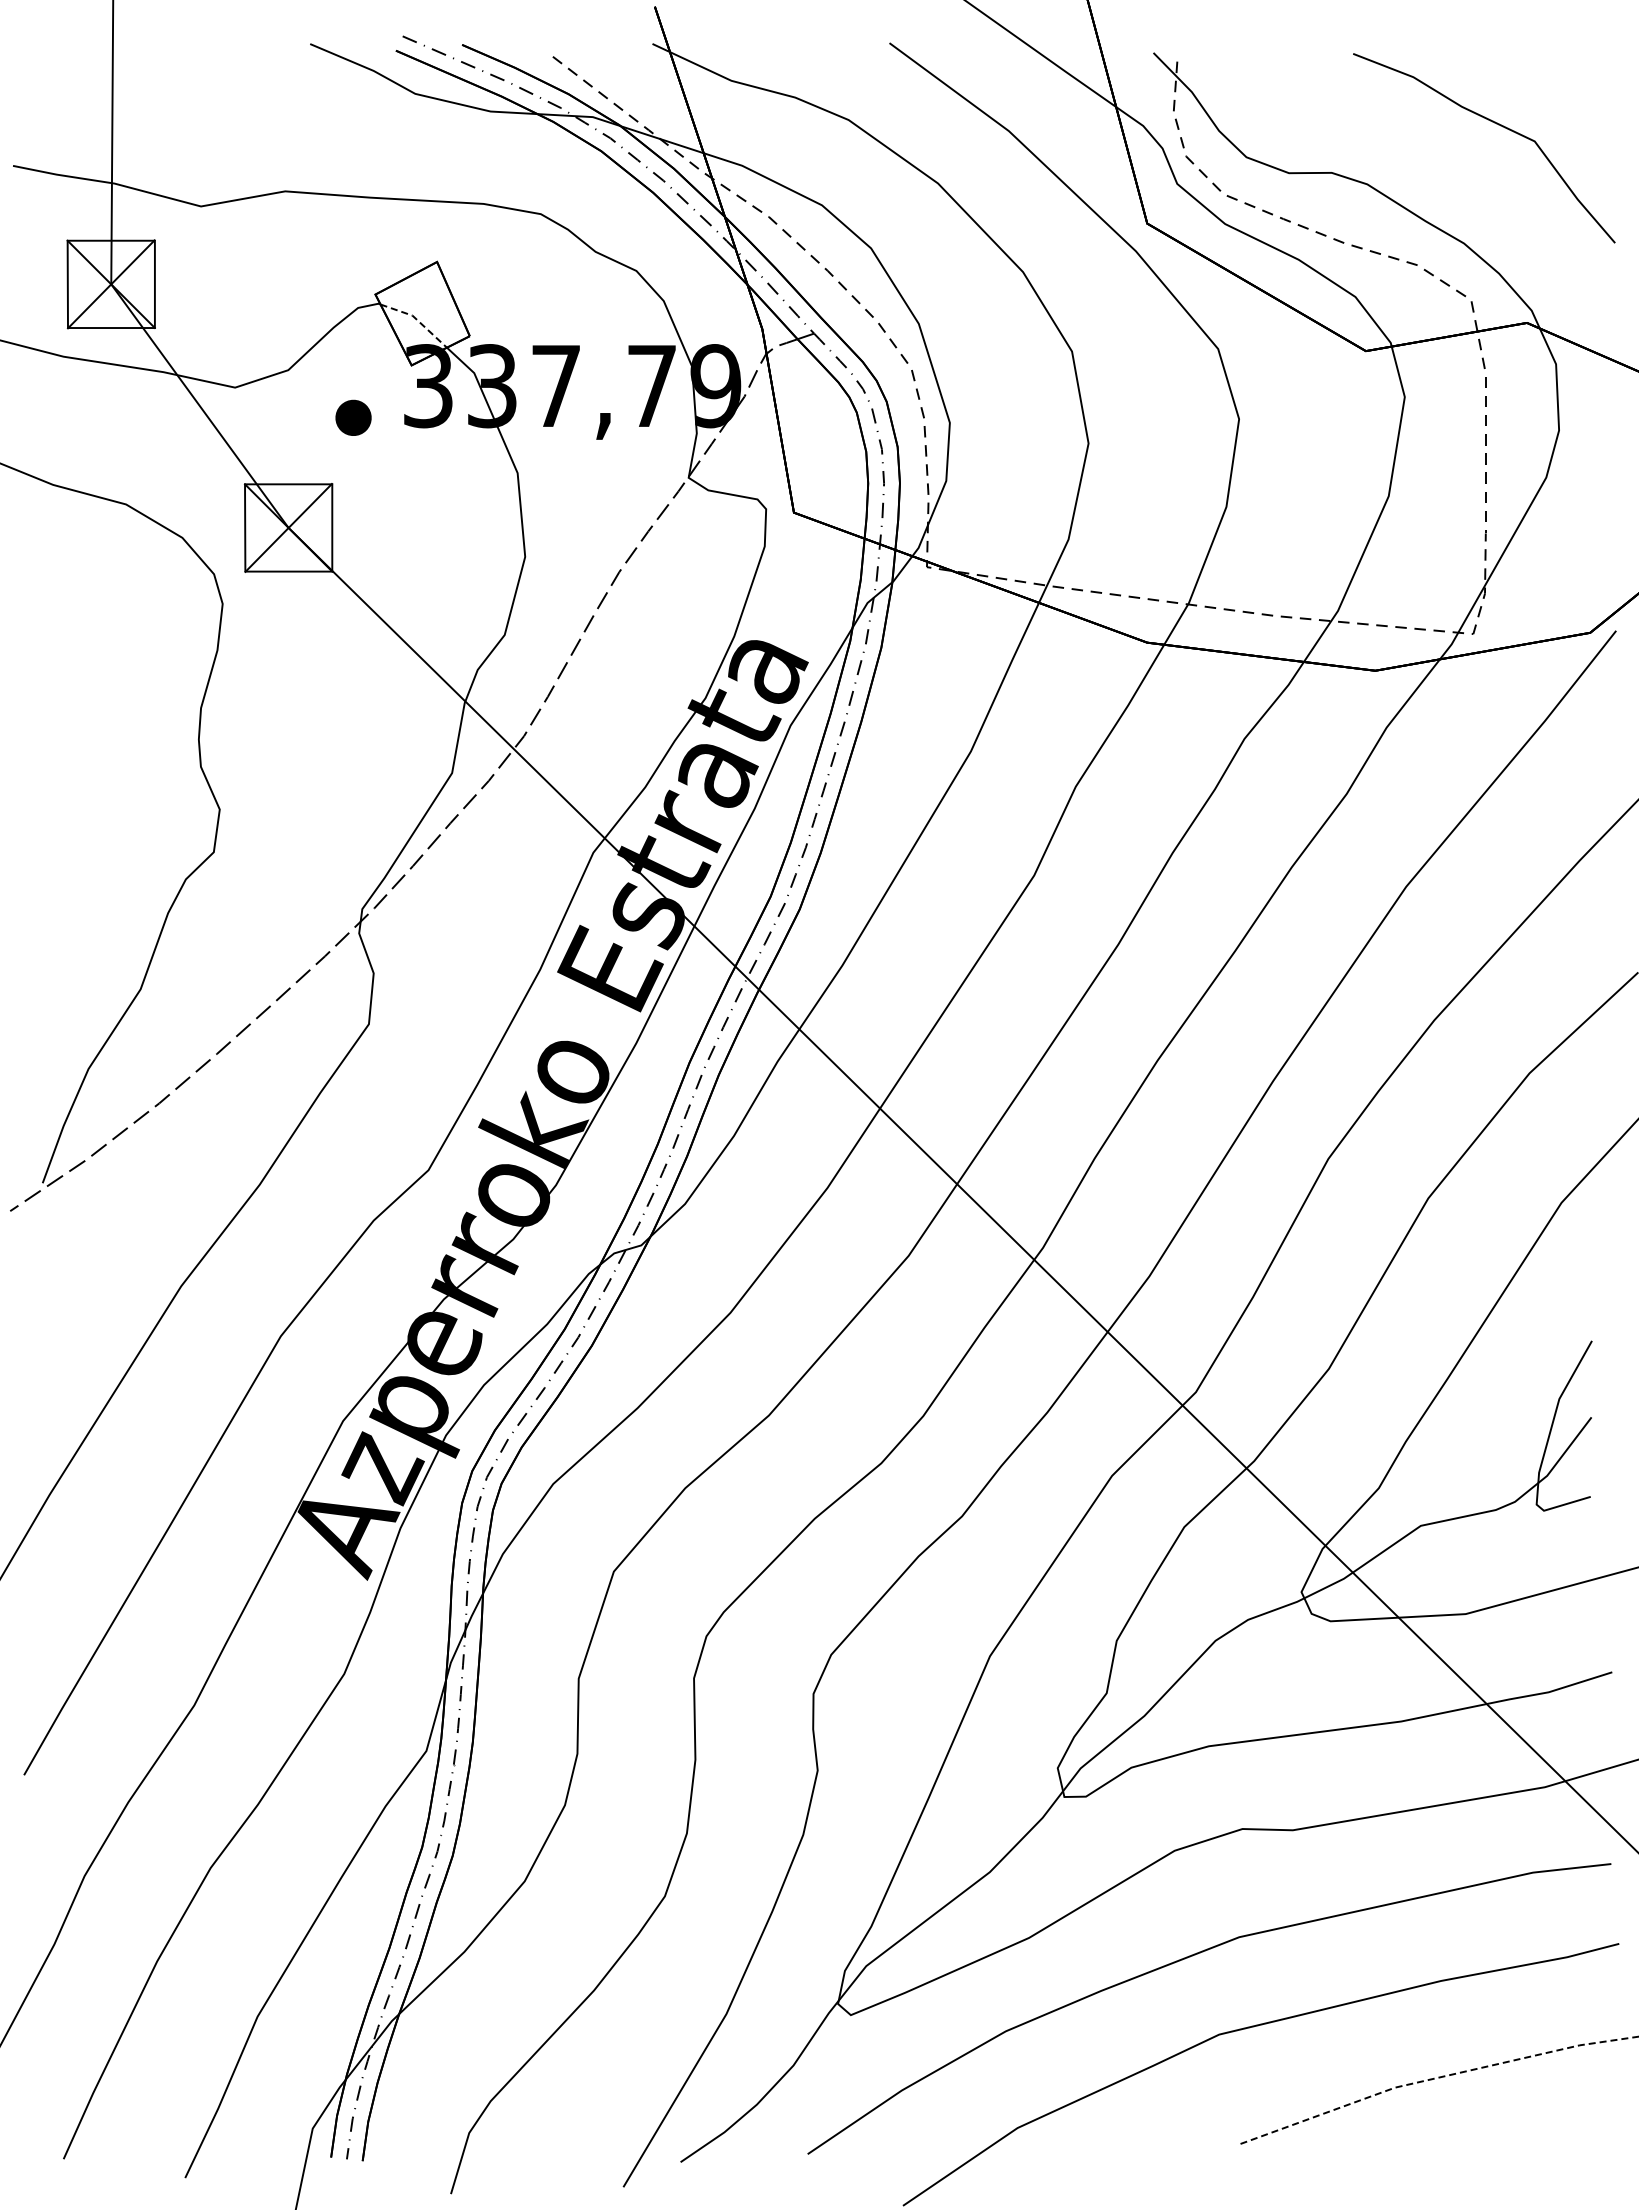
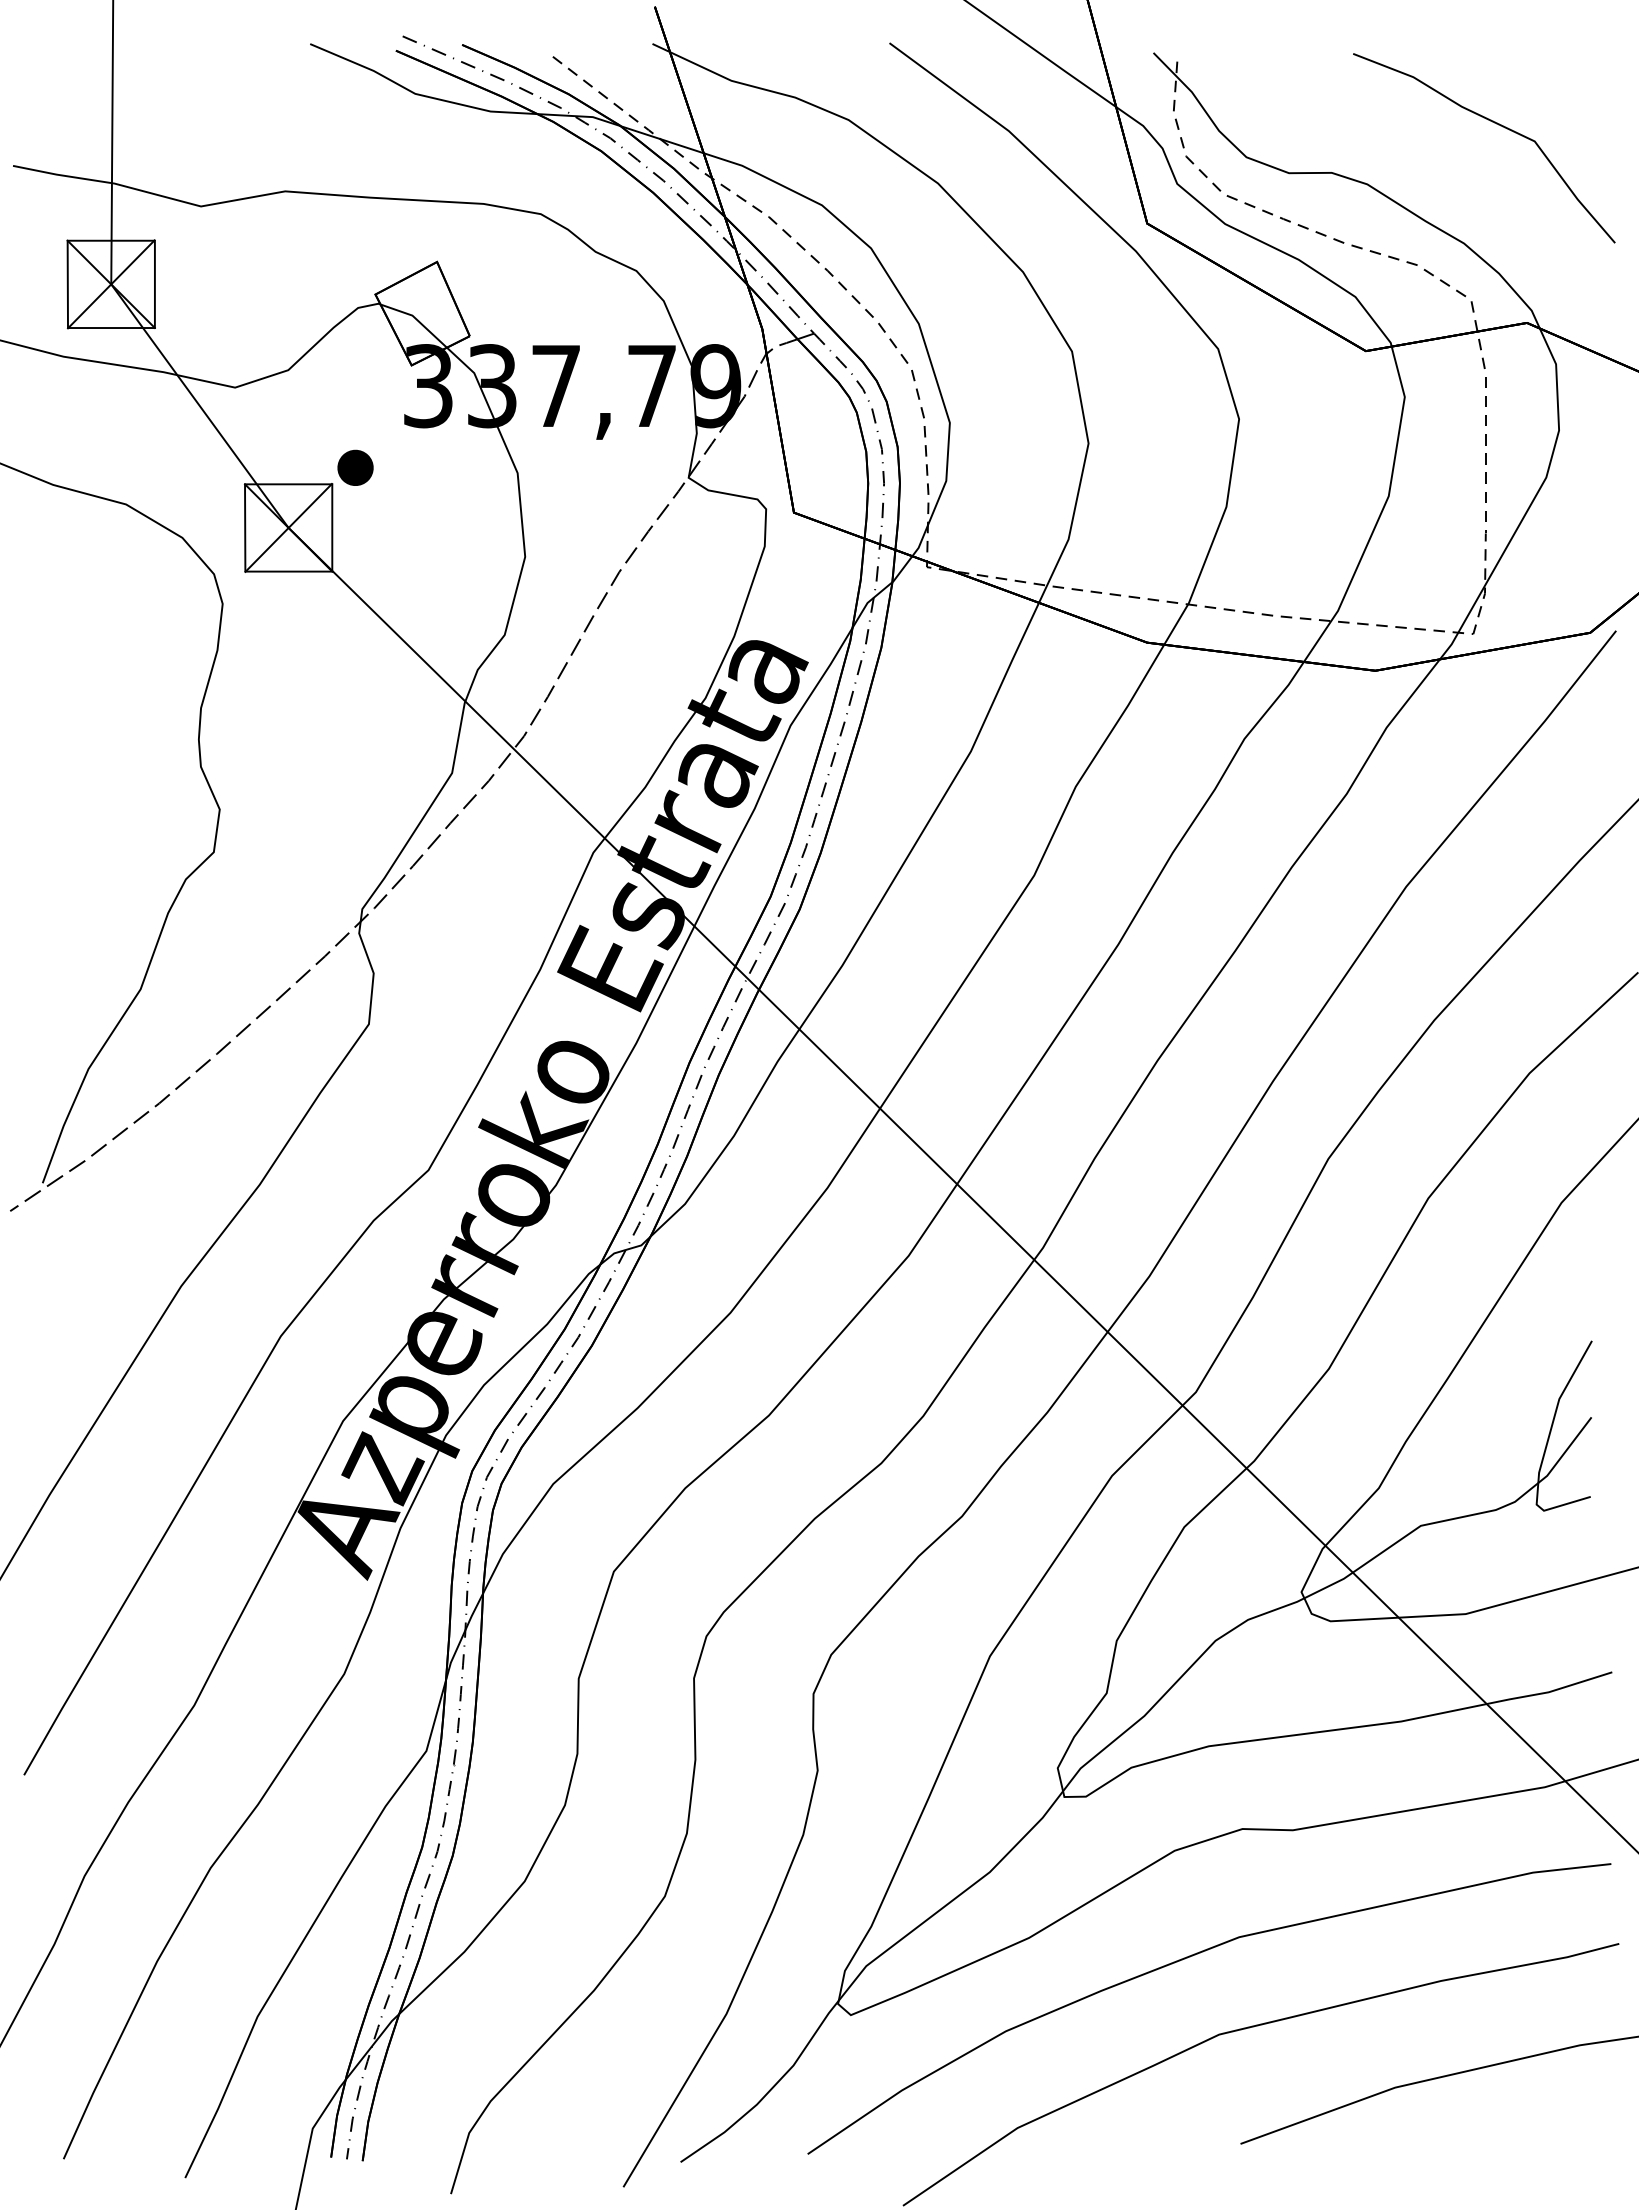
line at (417, 320): dashed -> solid
part at (353, 417) position: (353, 417) -> (355, 467)
line at (1436, 2078): dashed -> solid
